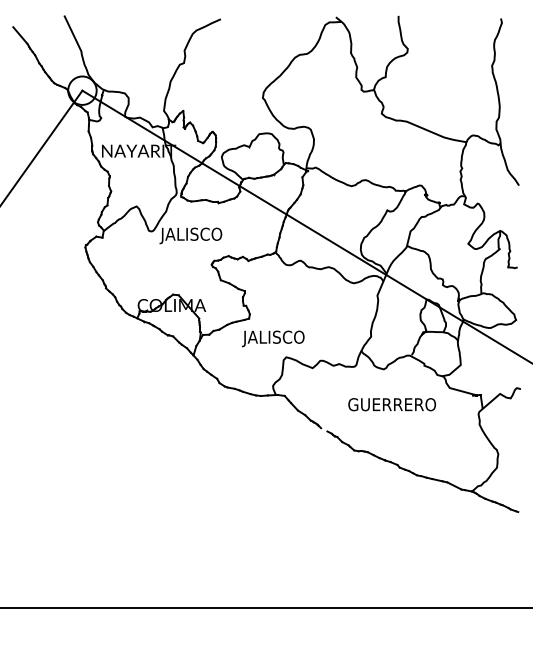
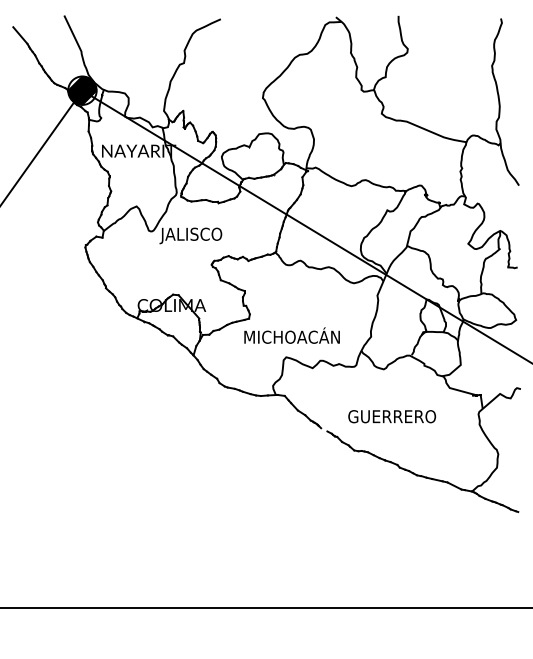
hatch at (82, 90): none -> present
text at (290, 337): JALISCO -> MICHOACÁN
text at (392, 404) position: (392, 404) -> (392, 416)
